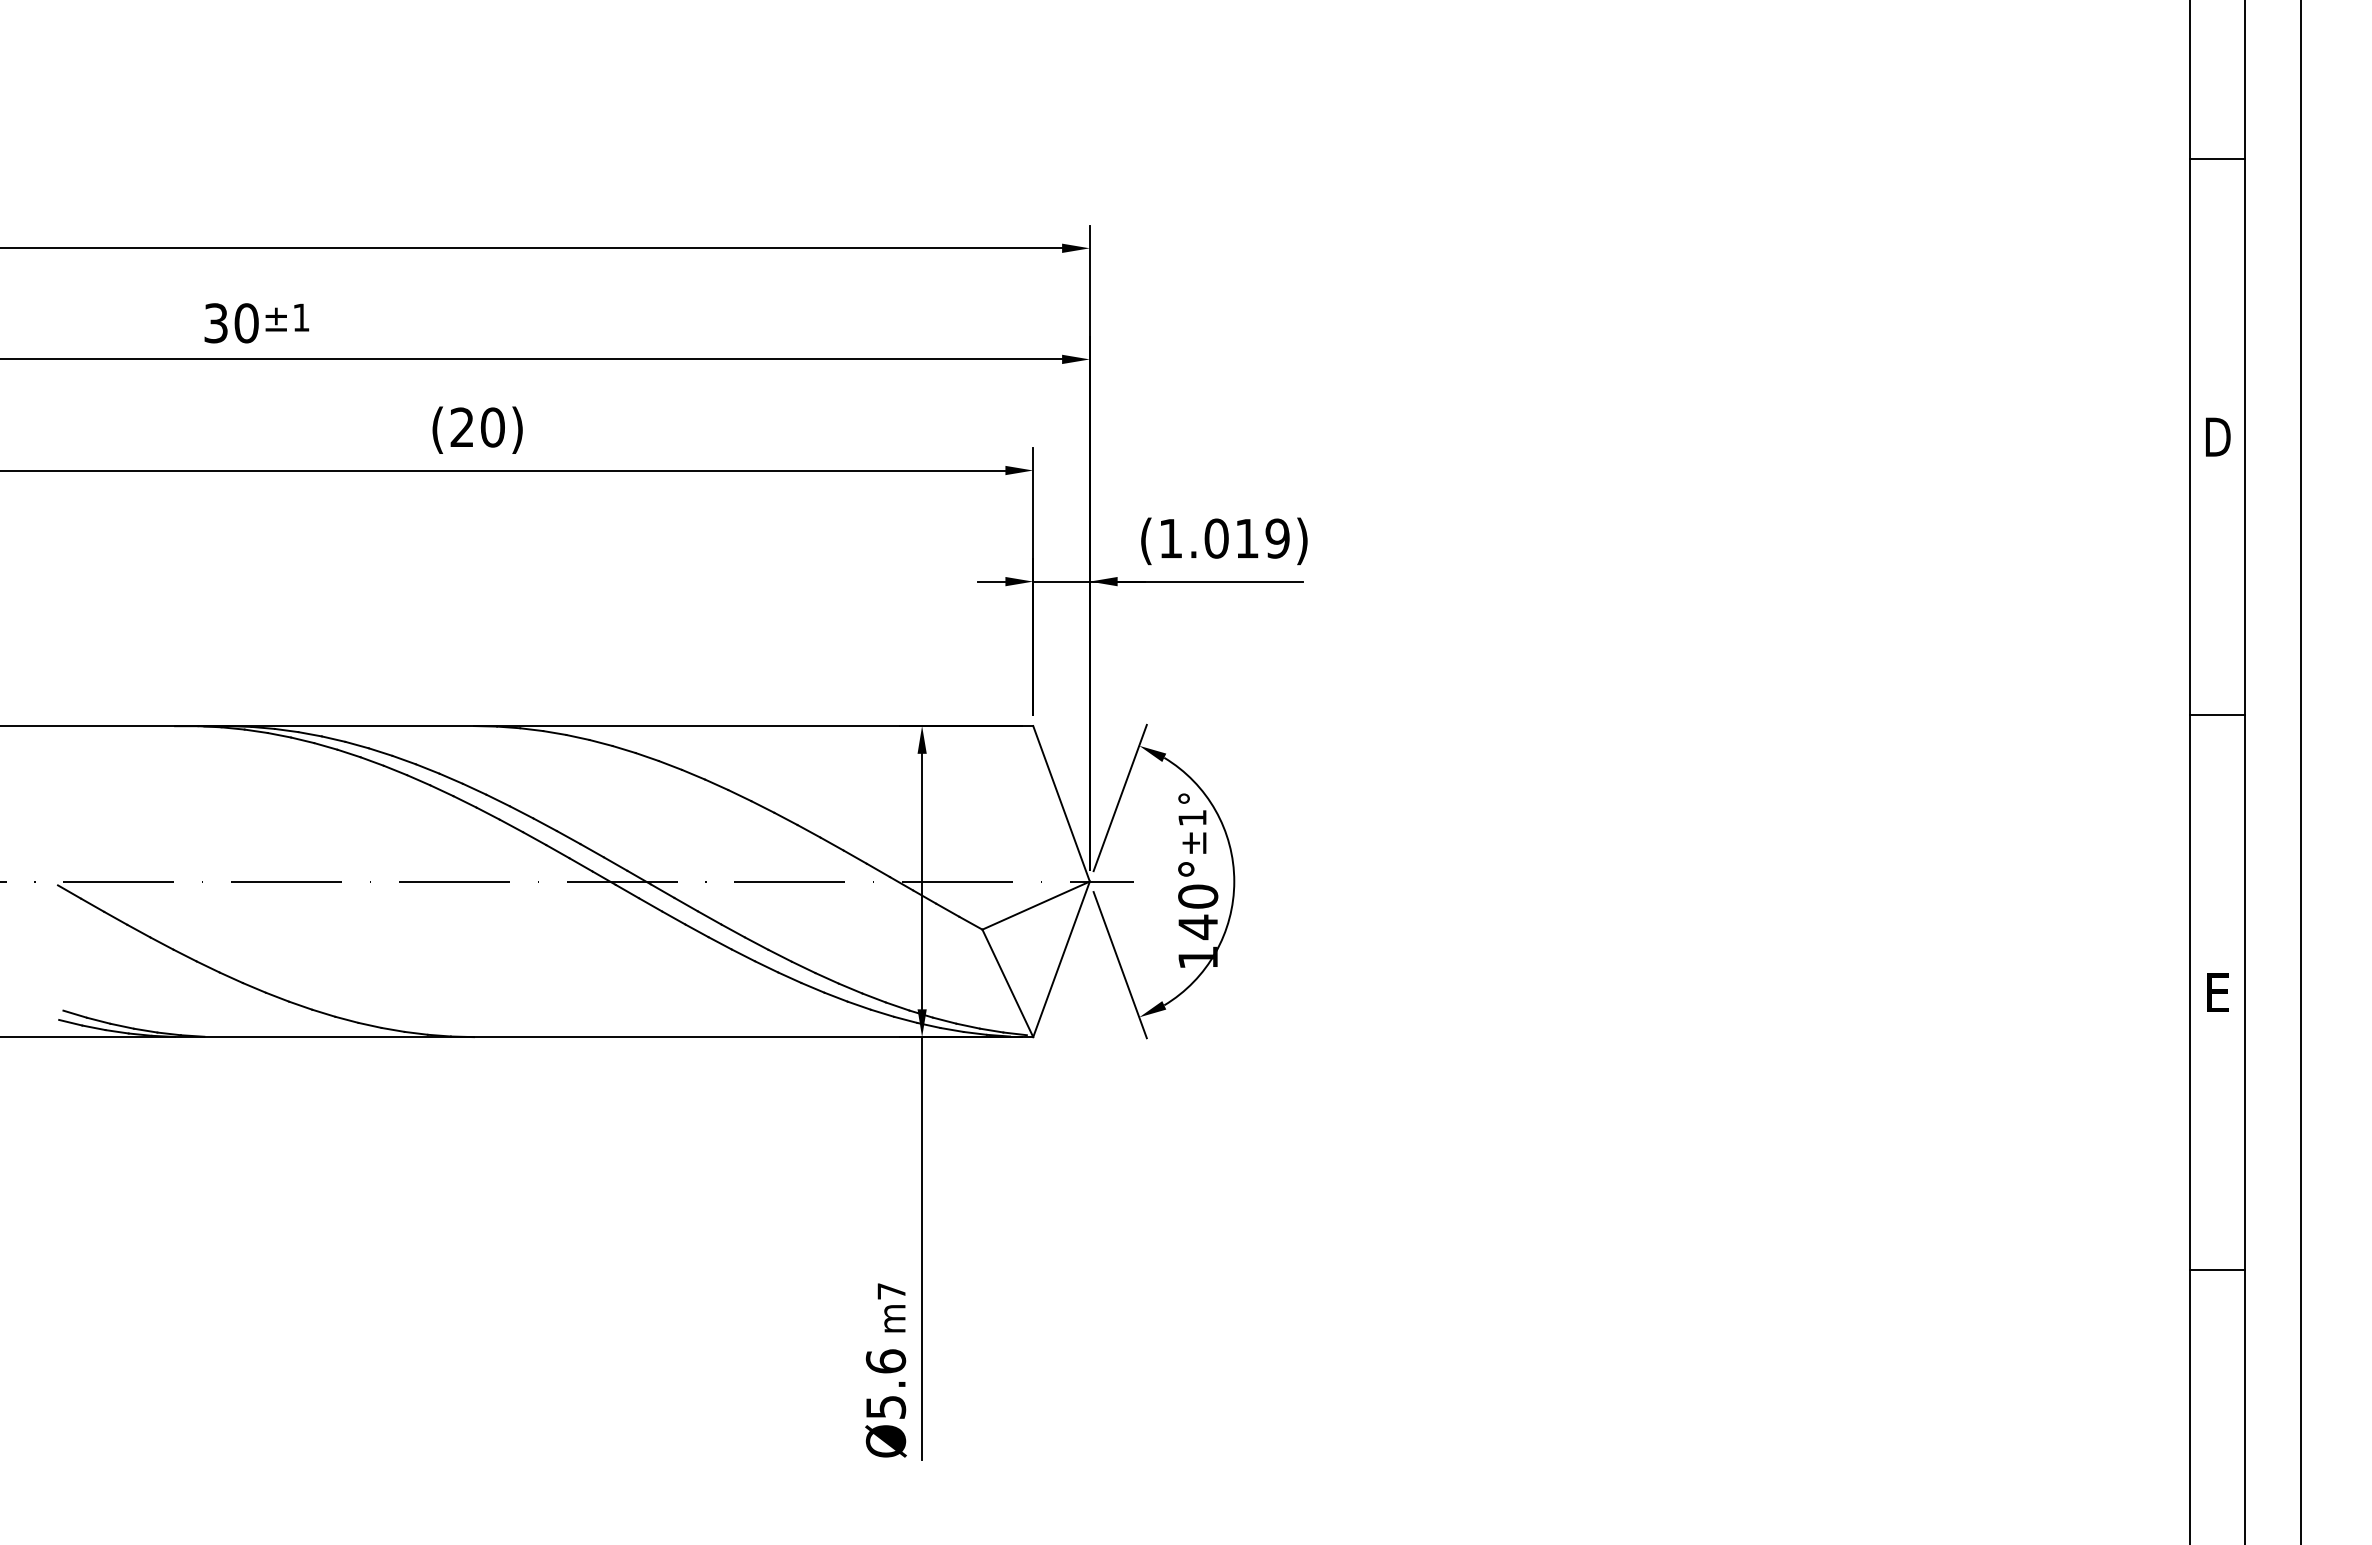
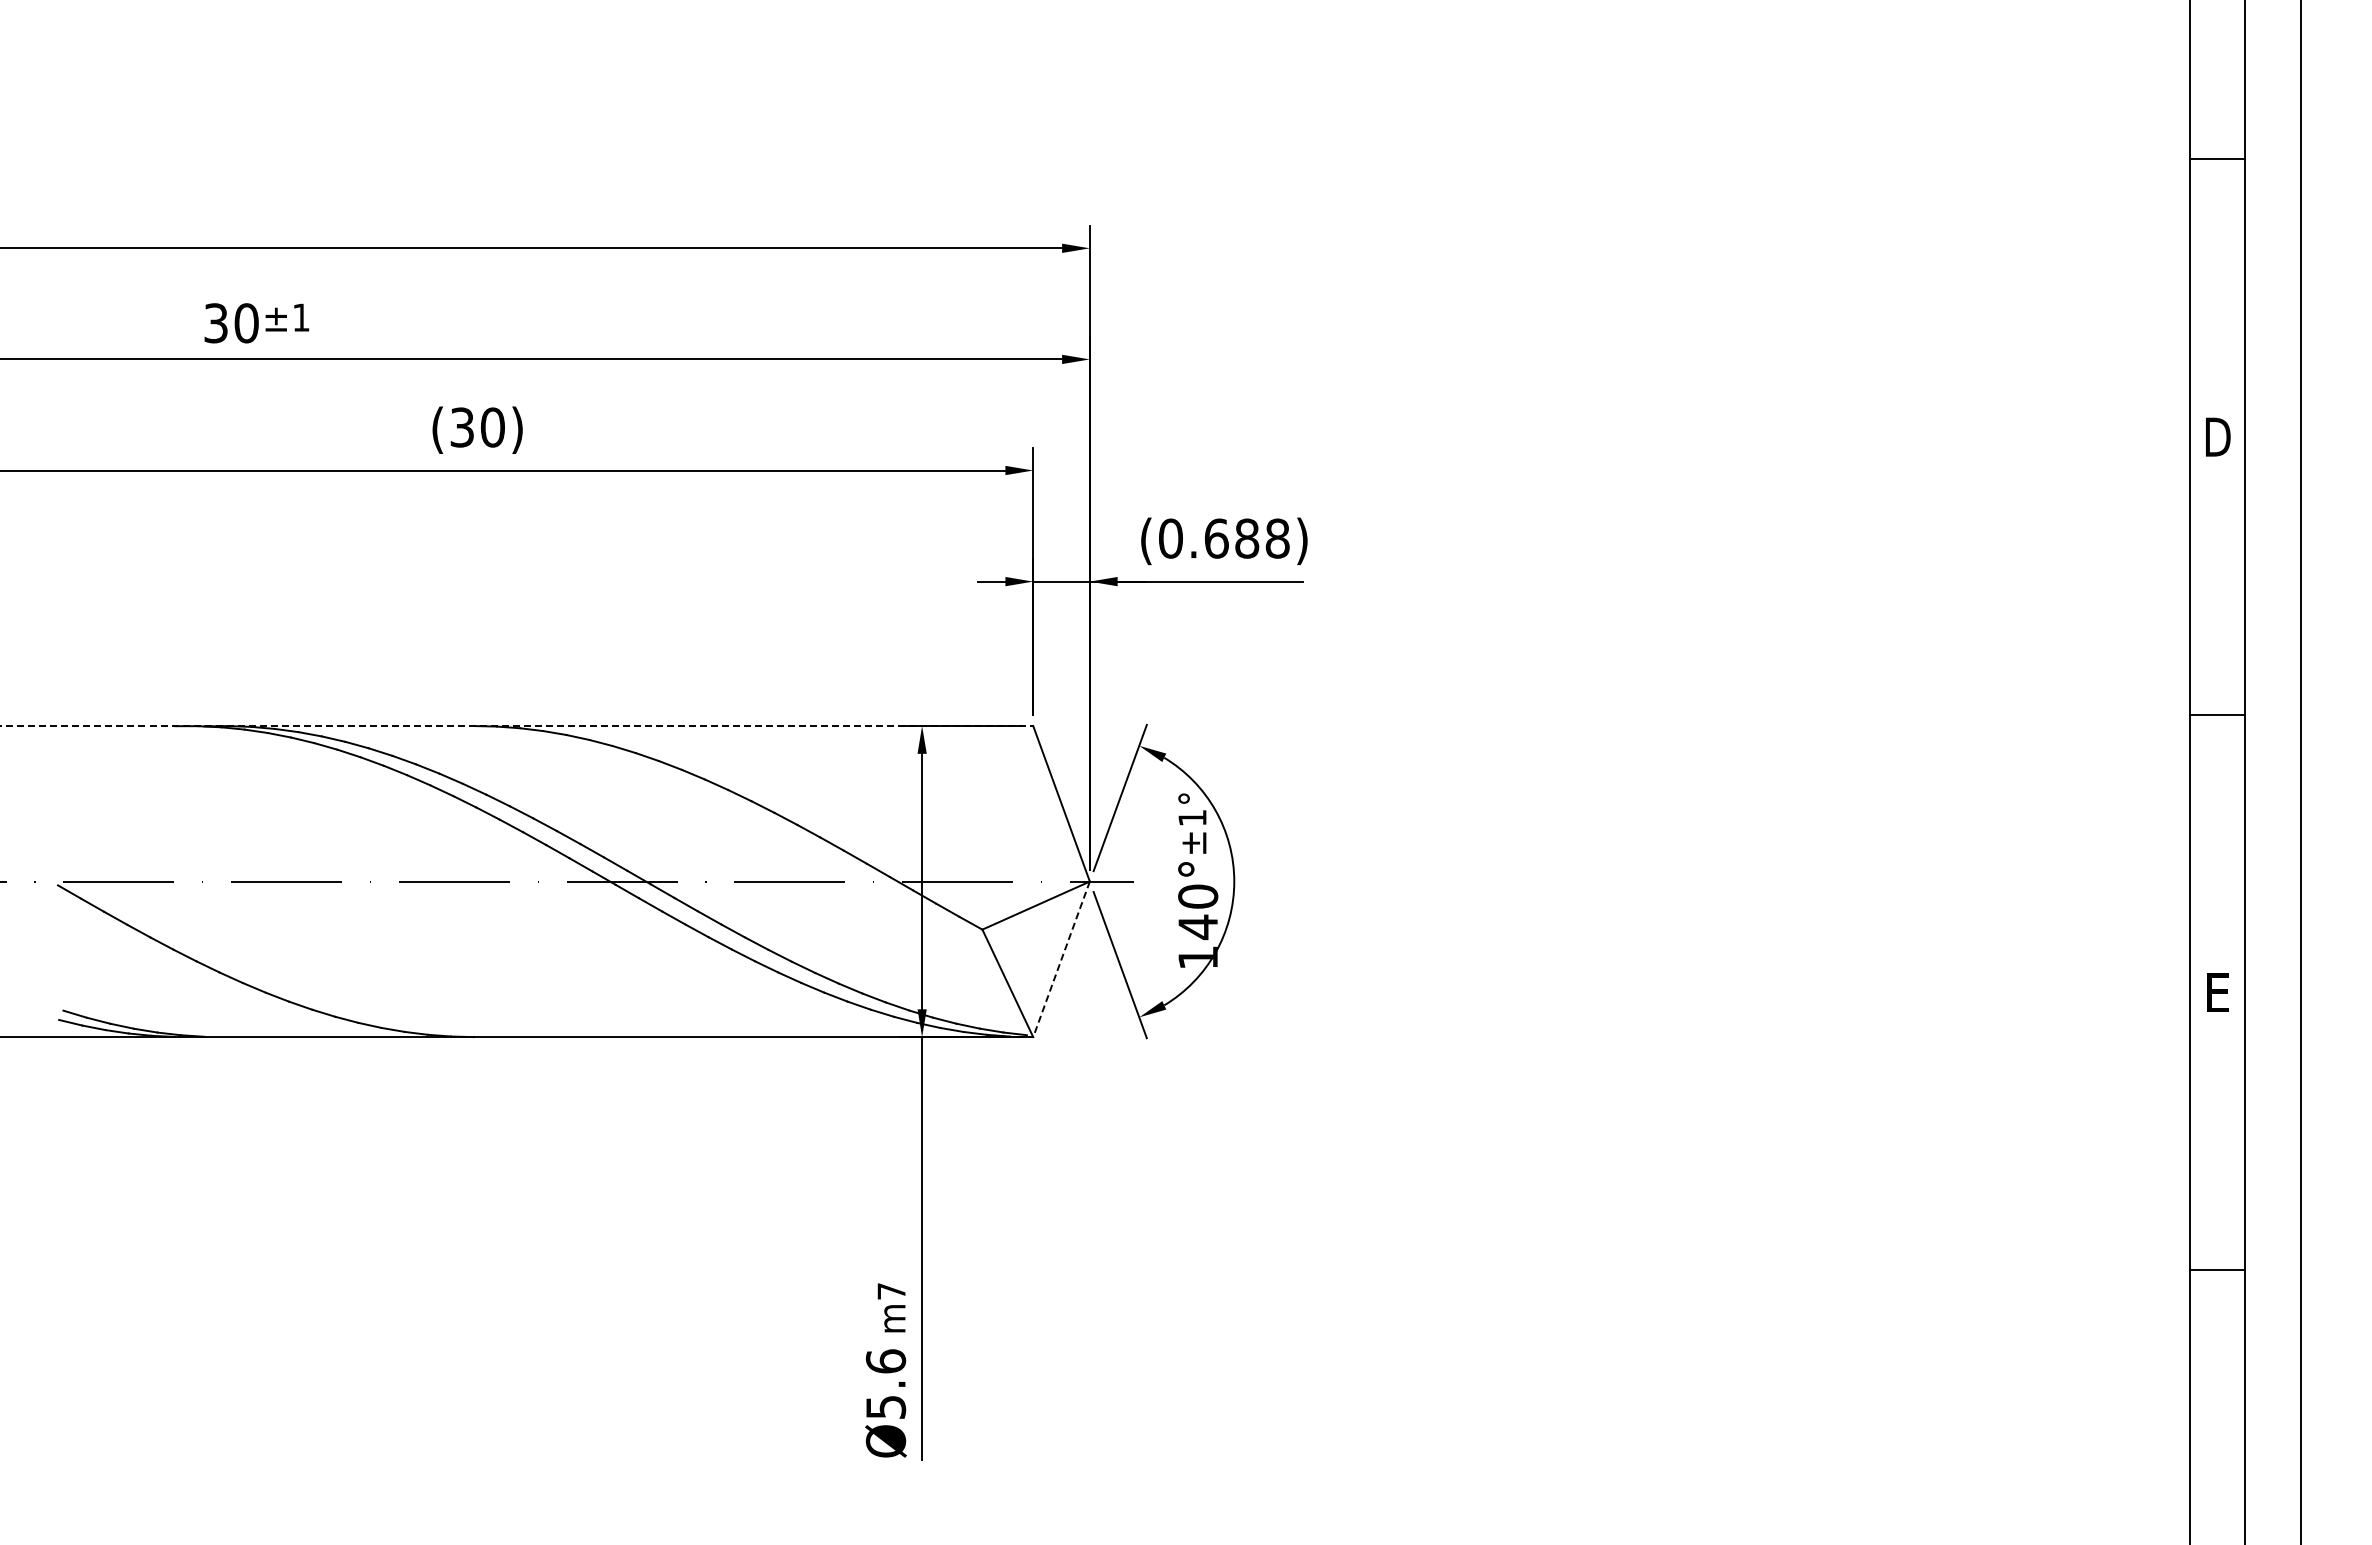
text at (461, 427): (20) -> (30)
text at (1224, 538): (1.019) -> (0.688)
line at (517, 726): solid -> dashed
line at (1061, 959): solid -> dashed
